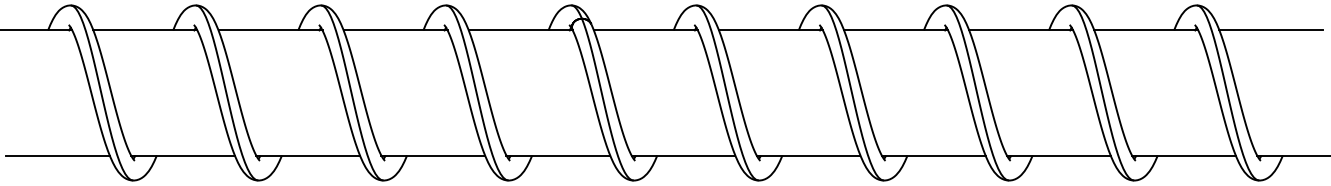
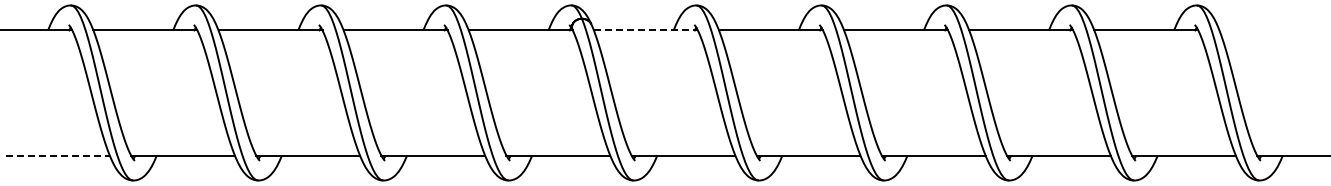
line at (645, 30): solid -> dashed
line at (1271, 30): present -> none
line at (57, 155): solid -> dashed
